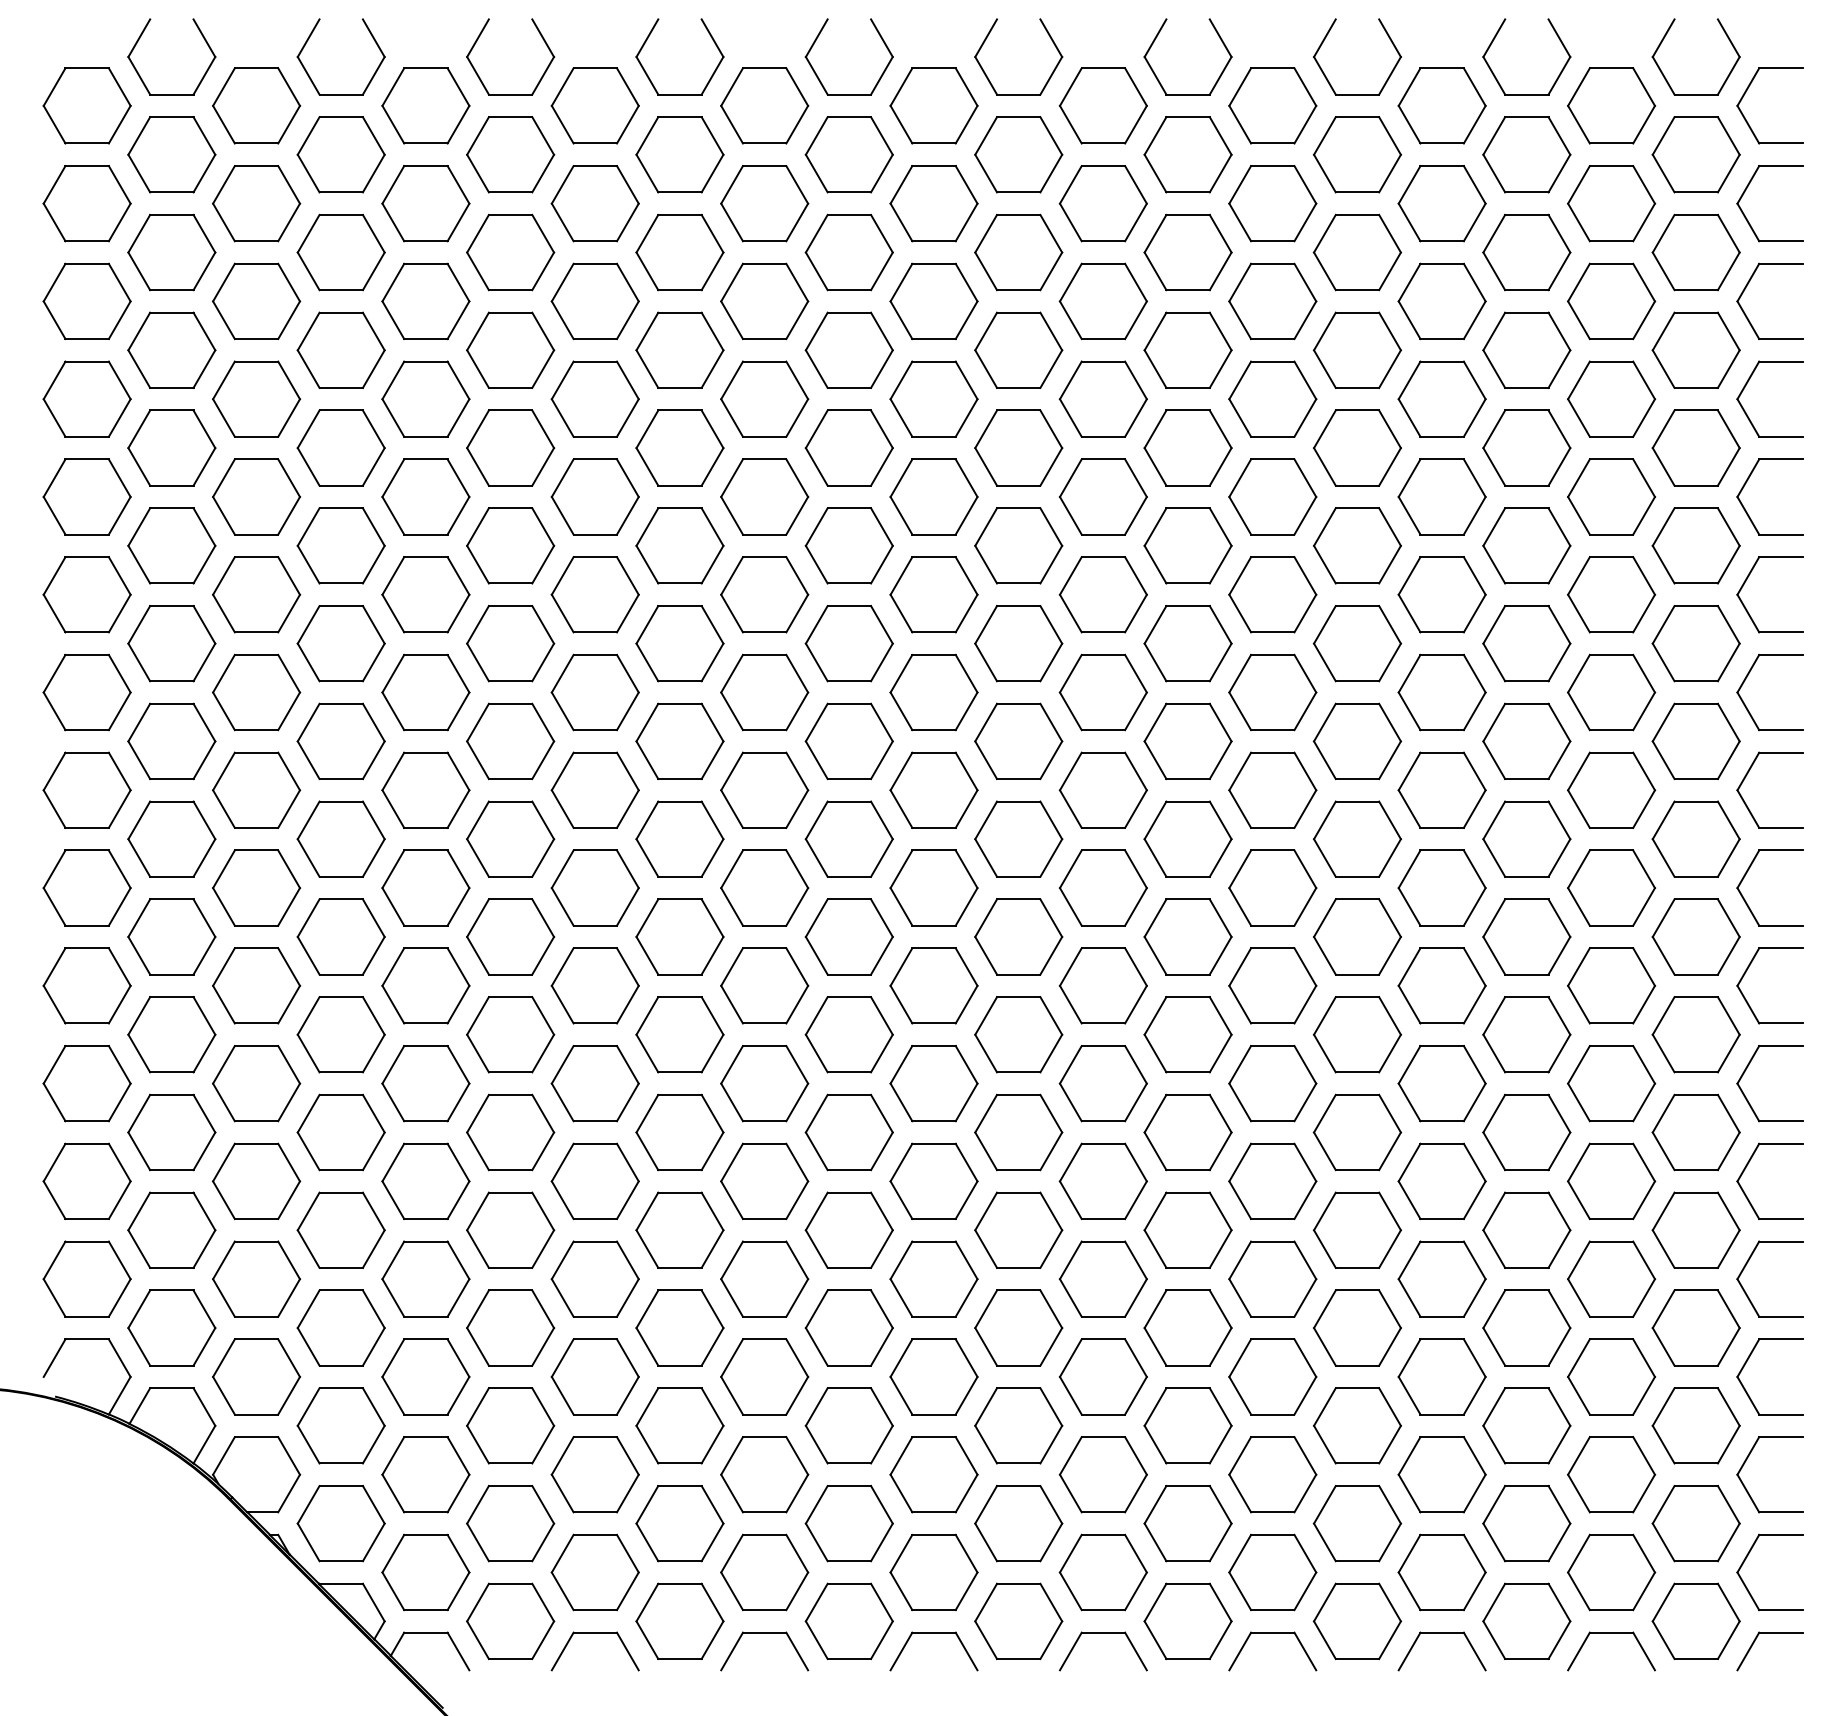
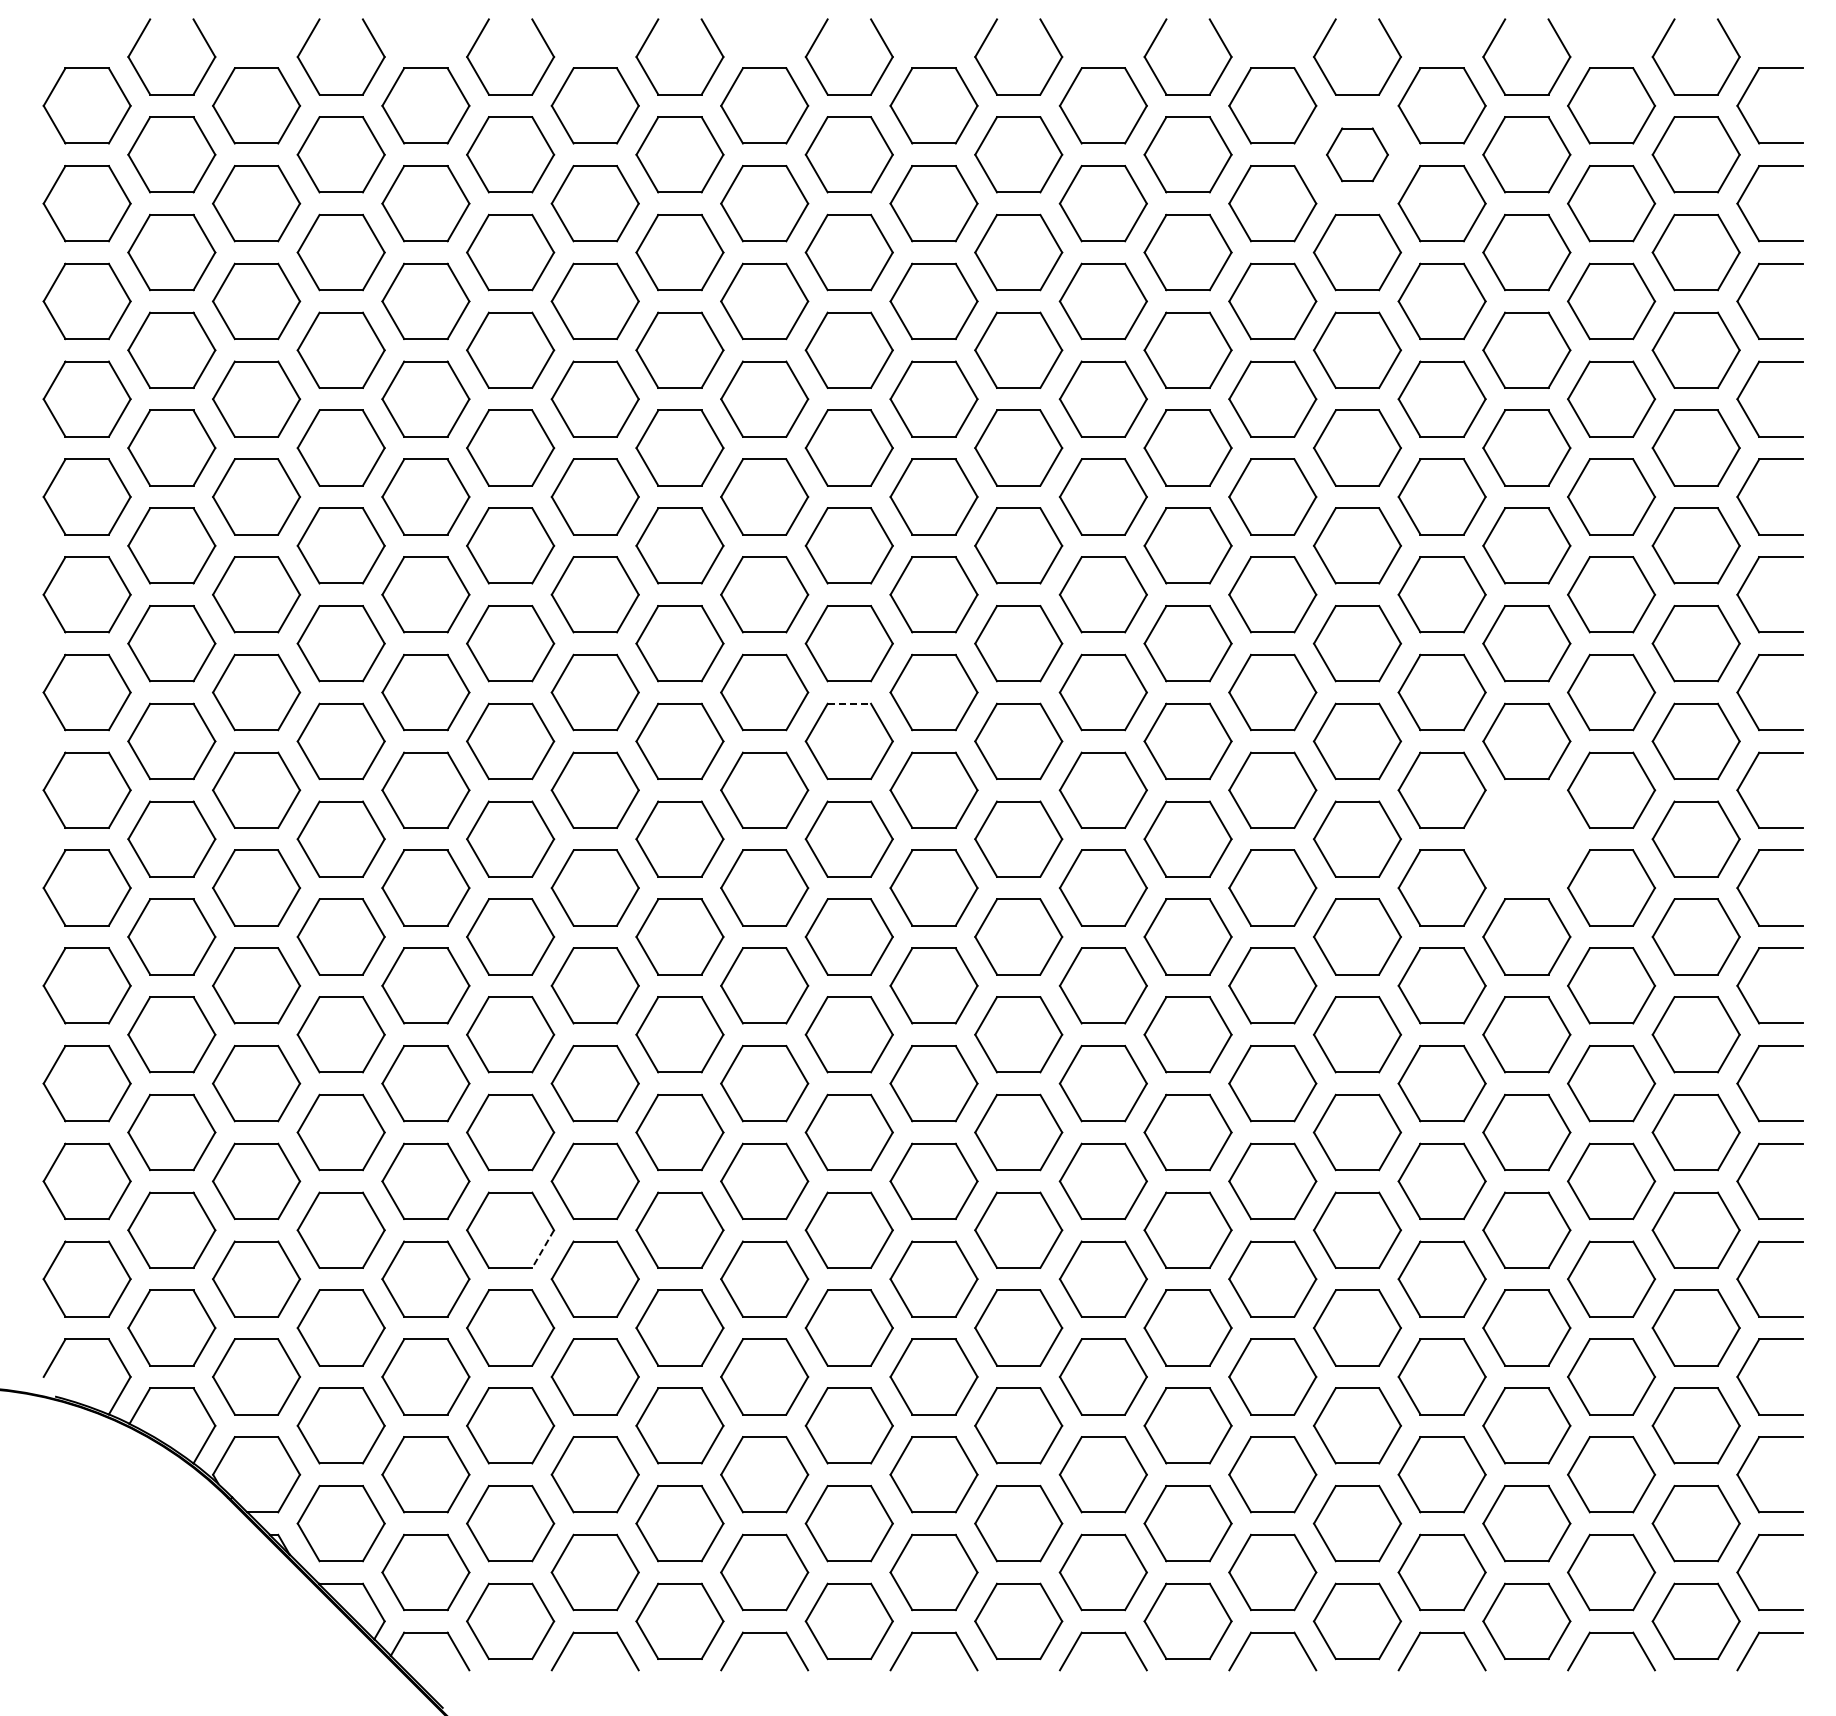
part at (1357, 154) size: 89x78 px -> 63x56 px
line at (849, 703): solid -> dashed
part at (1526, 838): present -> none
line at (543, 1249): solid -> dashed
